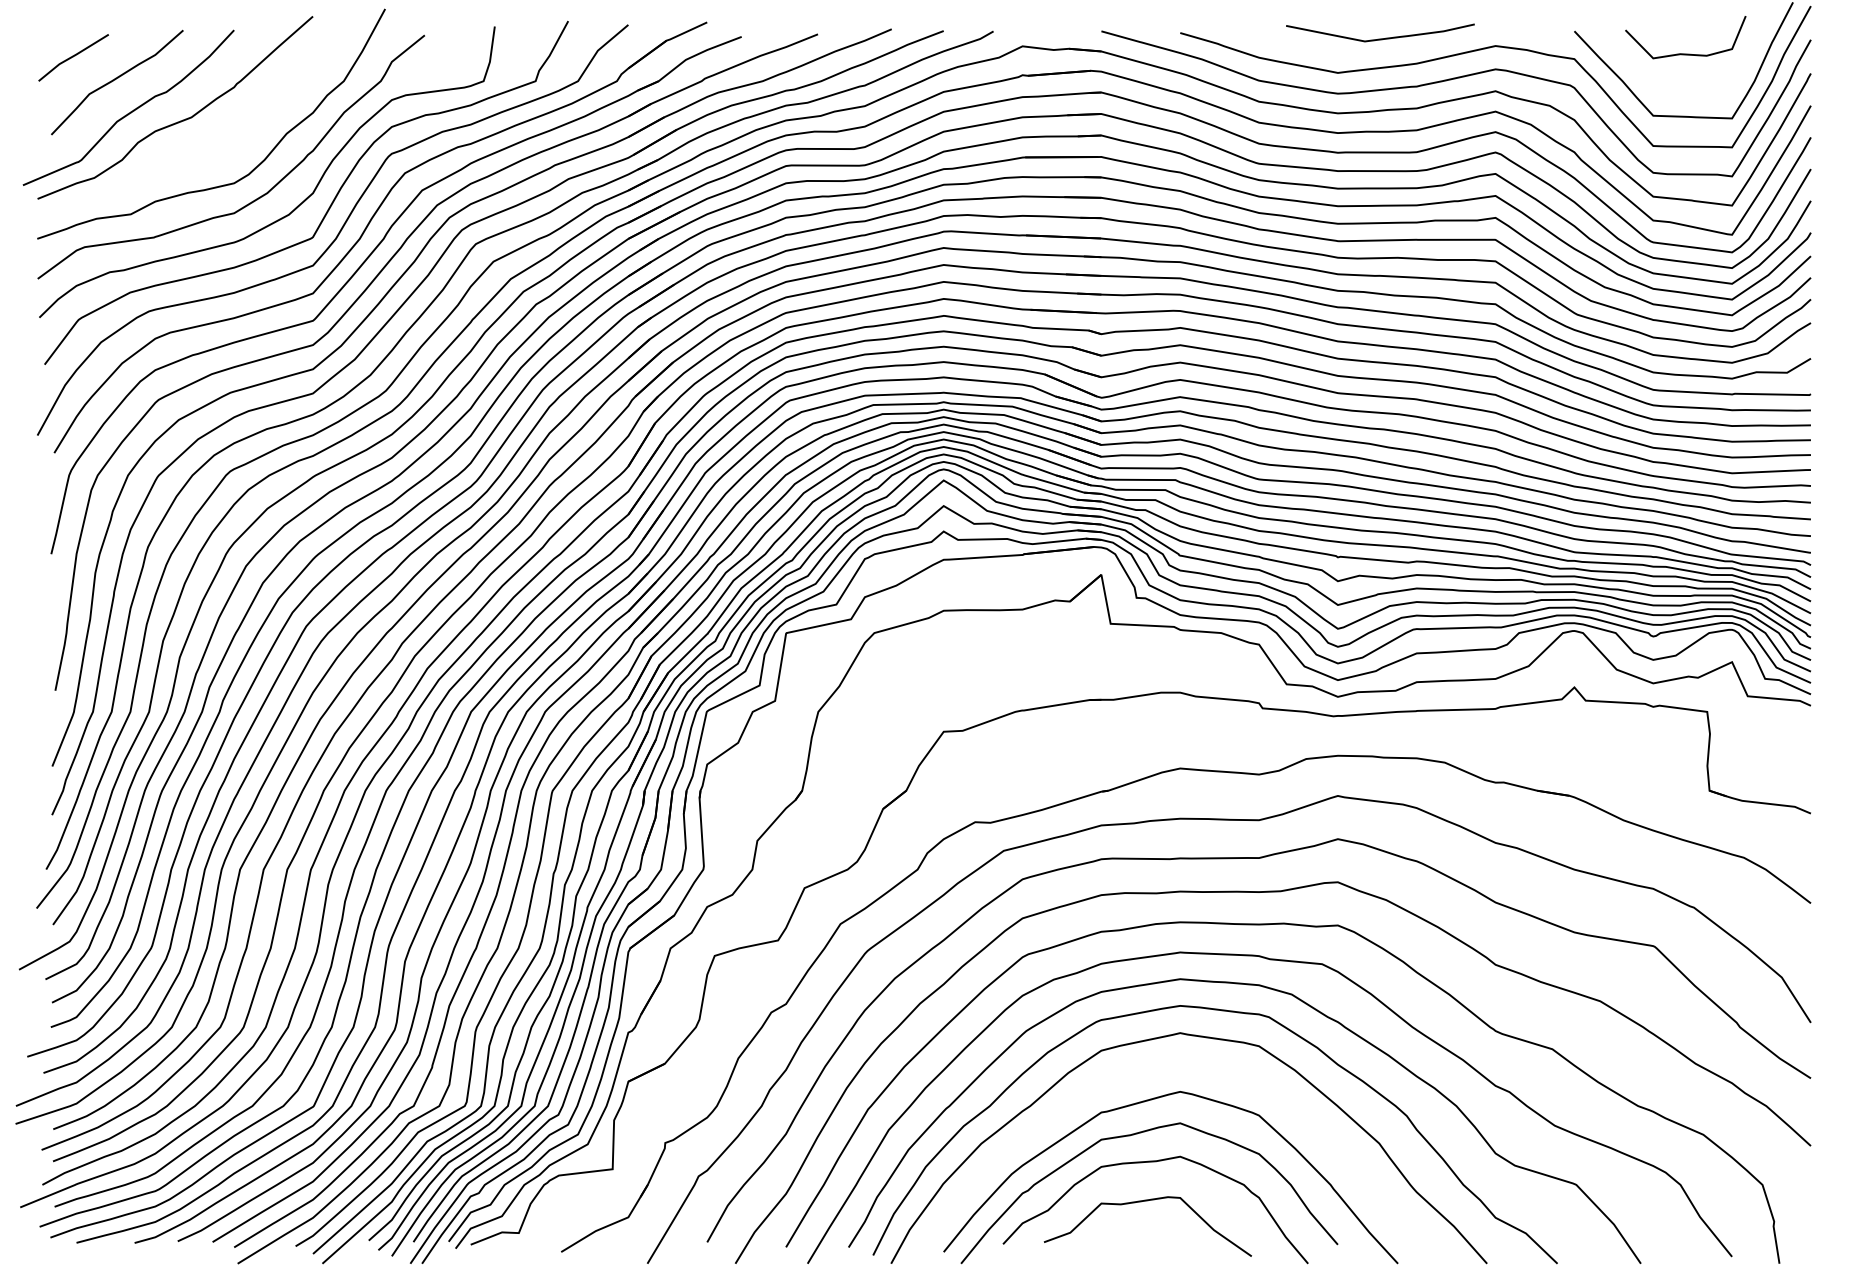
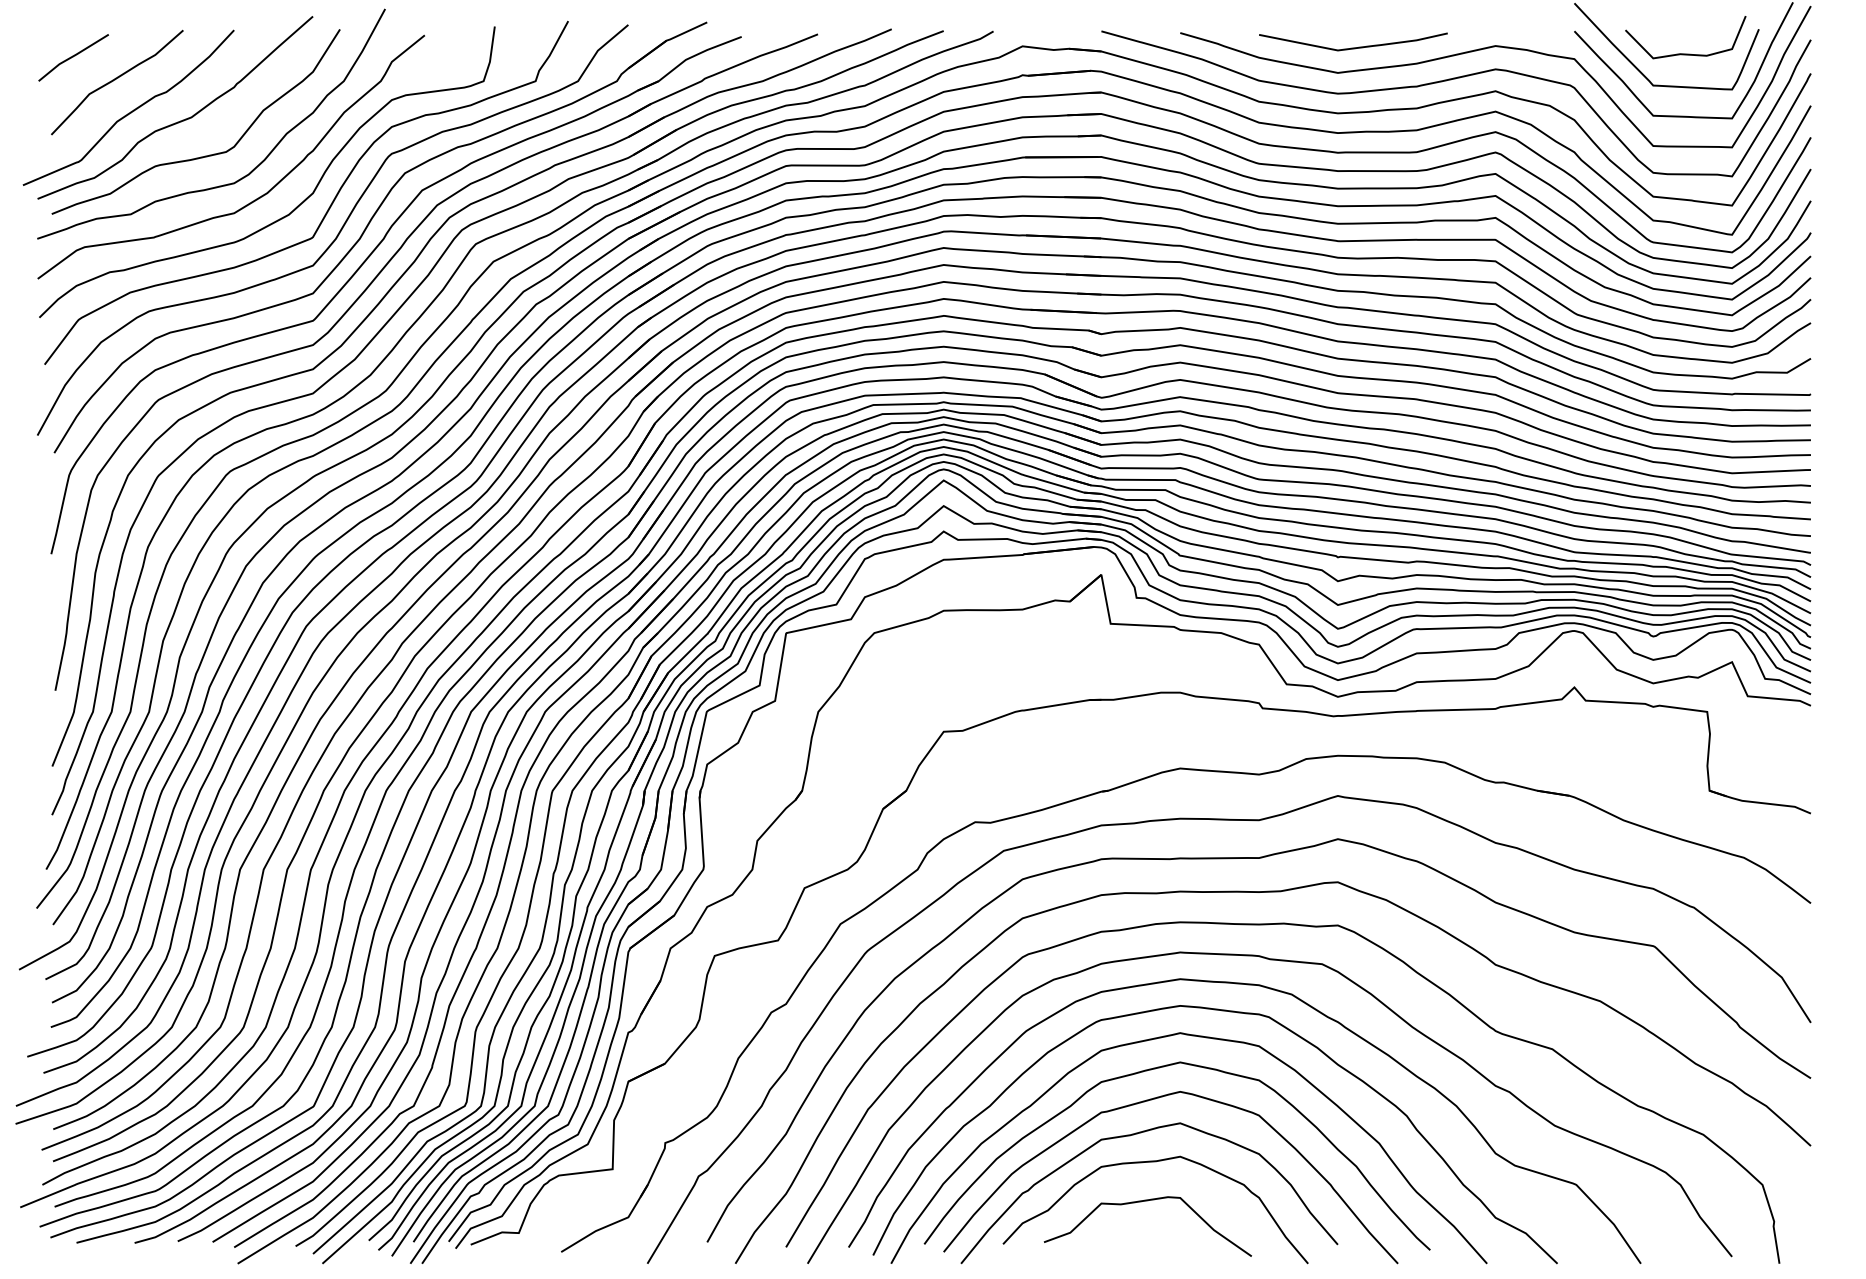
curve at (1380, 38) position: (1380, 38) -> (1353, 47)
curve at (1641, 71): none -> present
curve at (200, 156): none -> present
curve at (1155, 1069): none -> present
